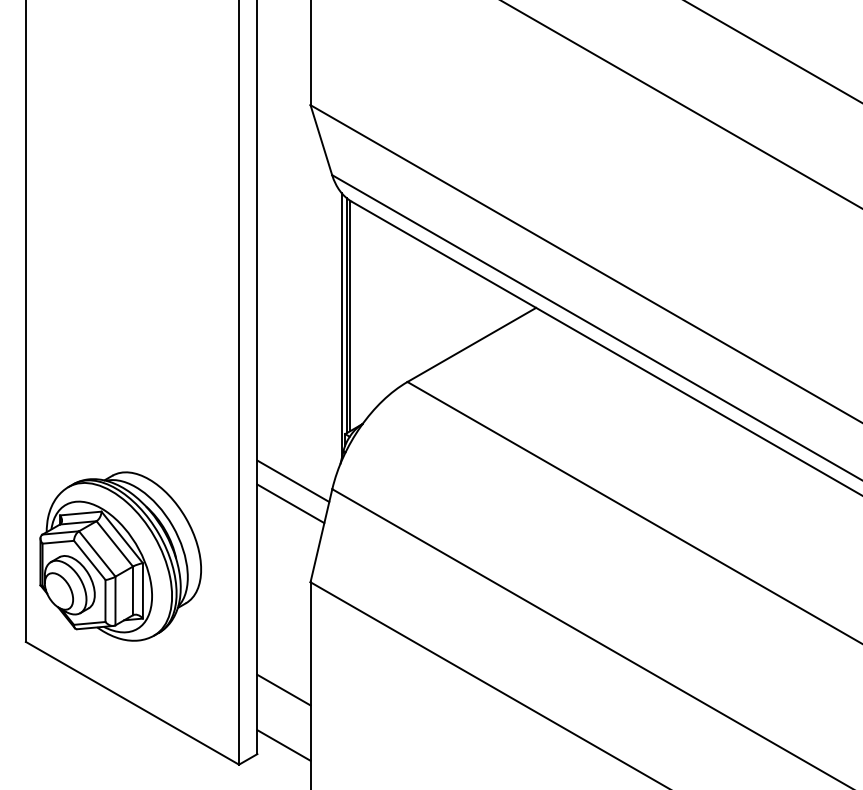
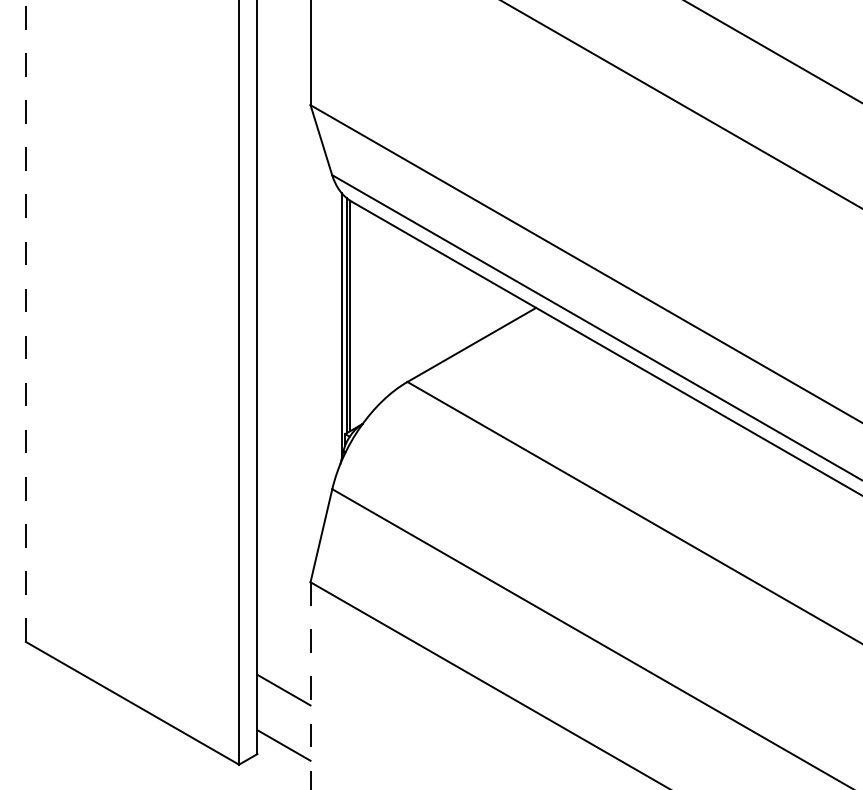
line at (25, 321): solid -> dashed
line at (293, 480): present -> none
line at (290, 503): present -> none
part at (120, 556): present -> none
line at (310, 685): solid -> dashed
